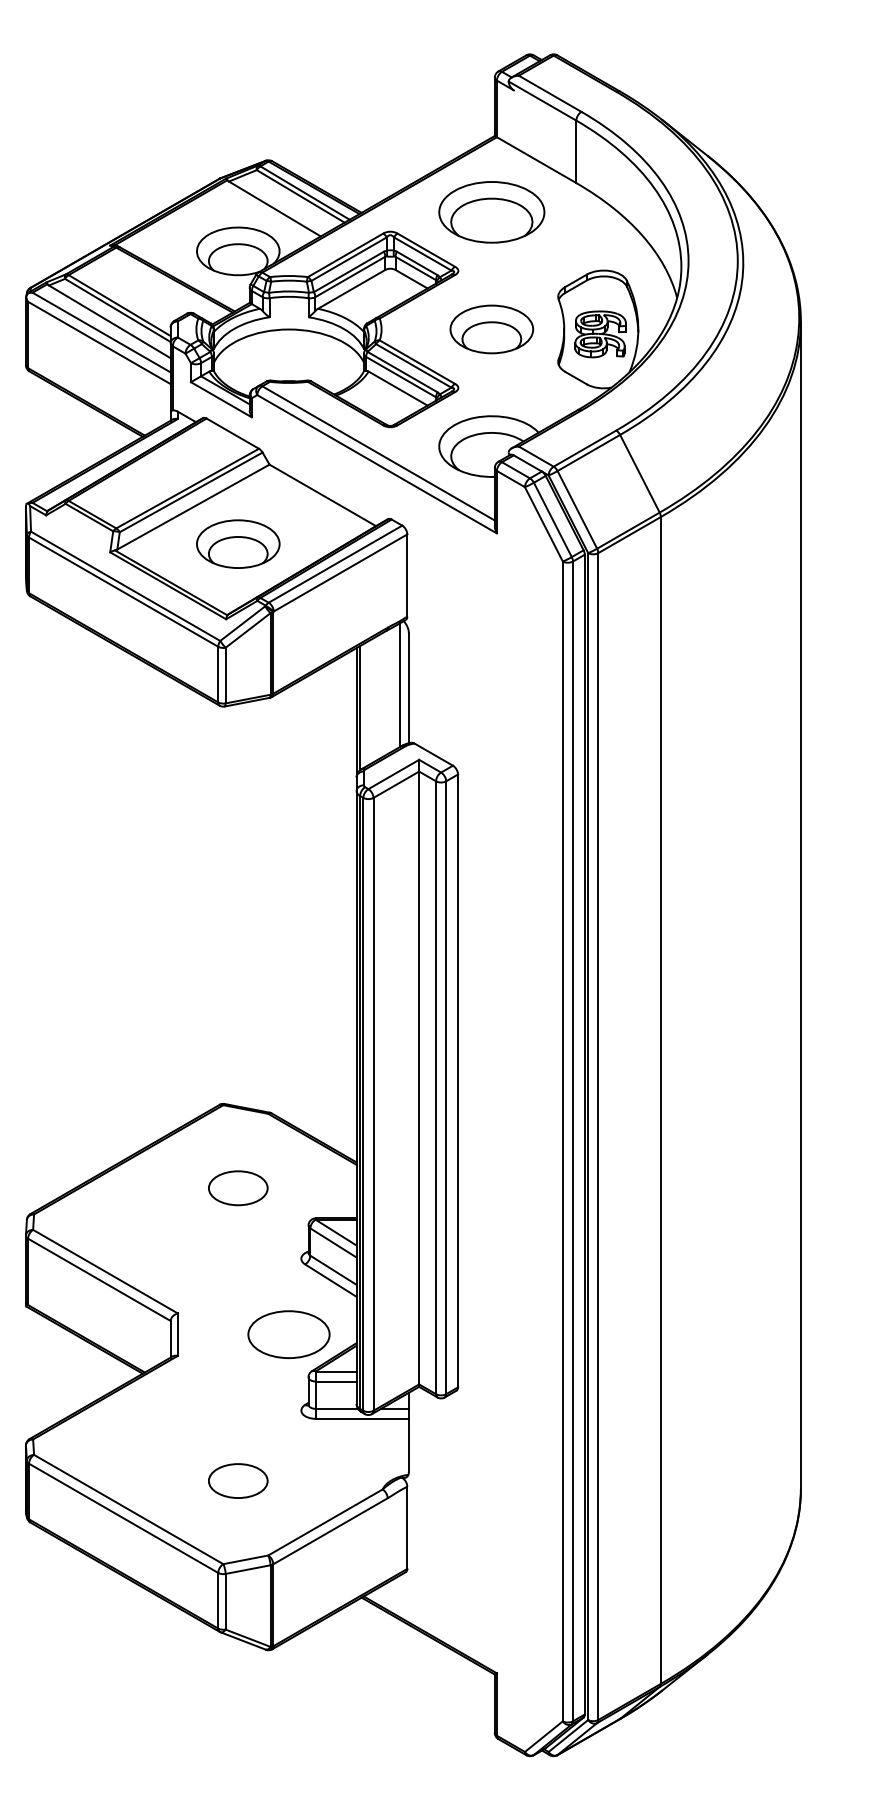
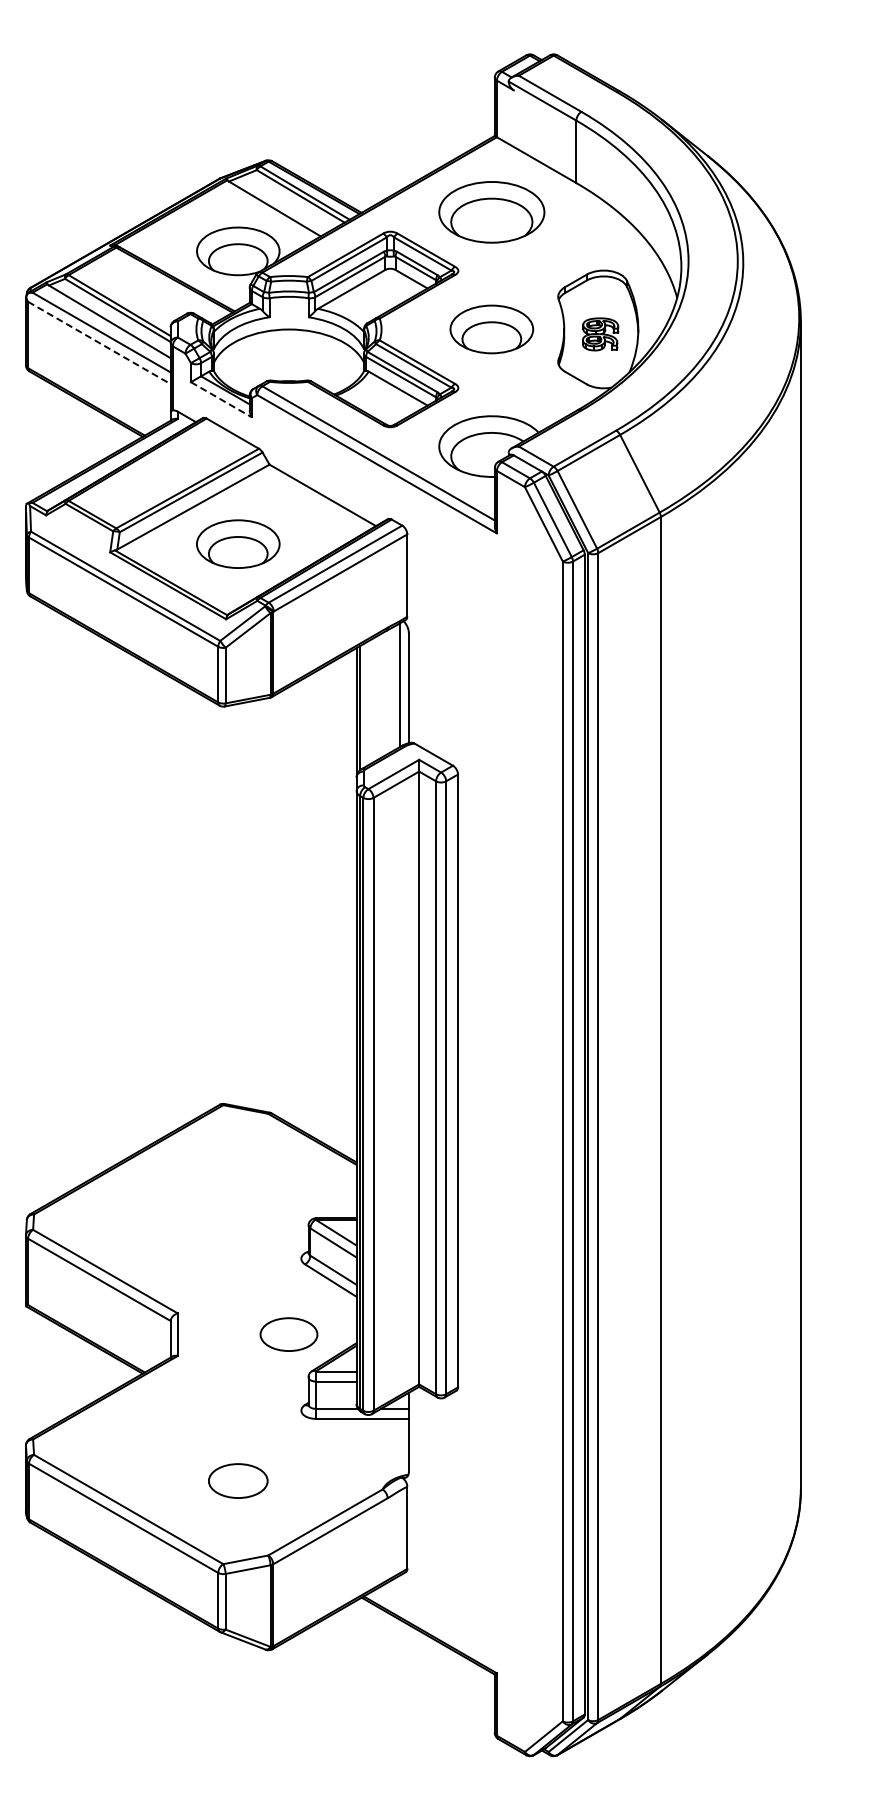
part at (600, 334) size: 53x49 px -> 38x35 px
line at (99, 343): solid -> dashed
line at (221, 399): solid -> dashed
part at (238, 1188): present -> none
part at (288, 1334) size: 84x49 px -> 60x35 px
